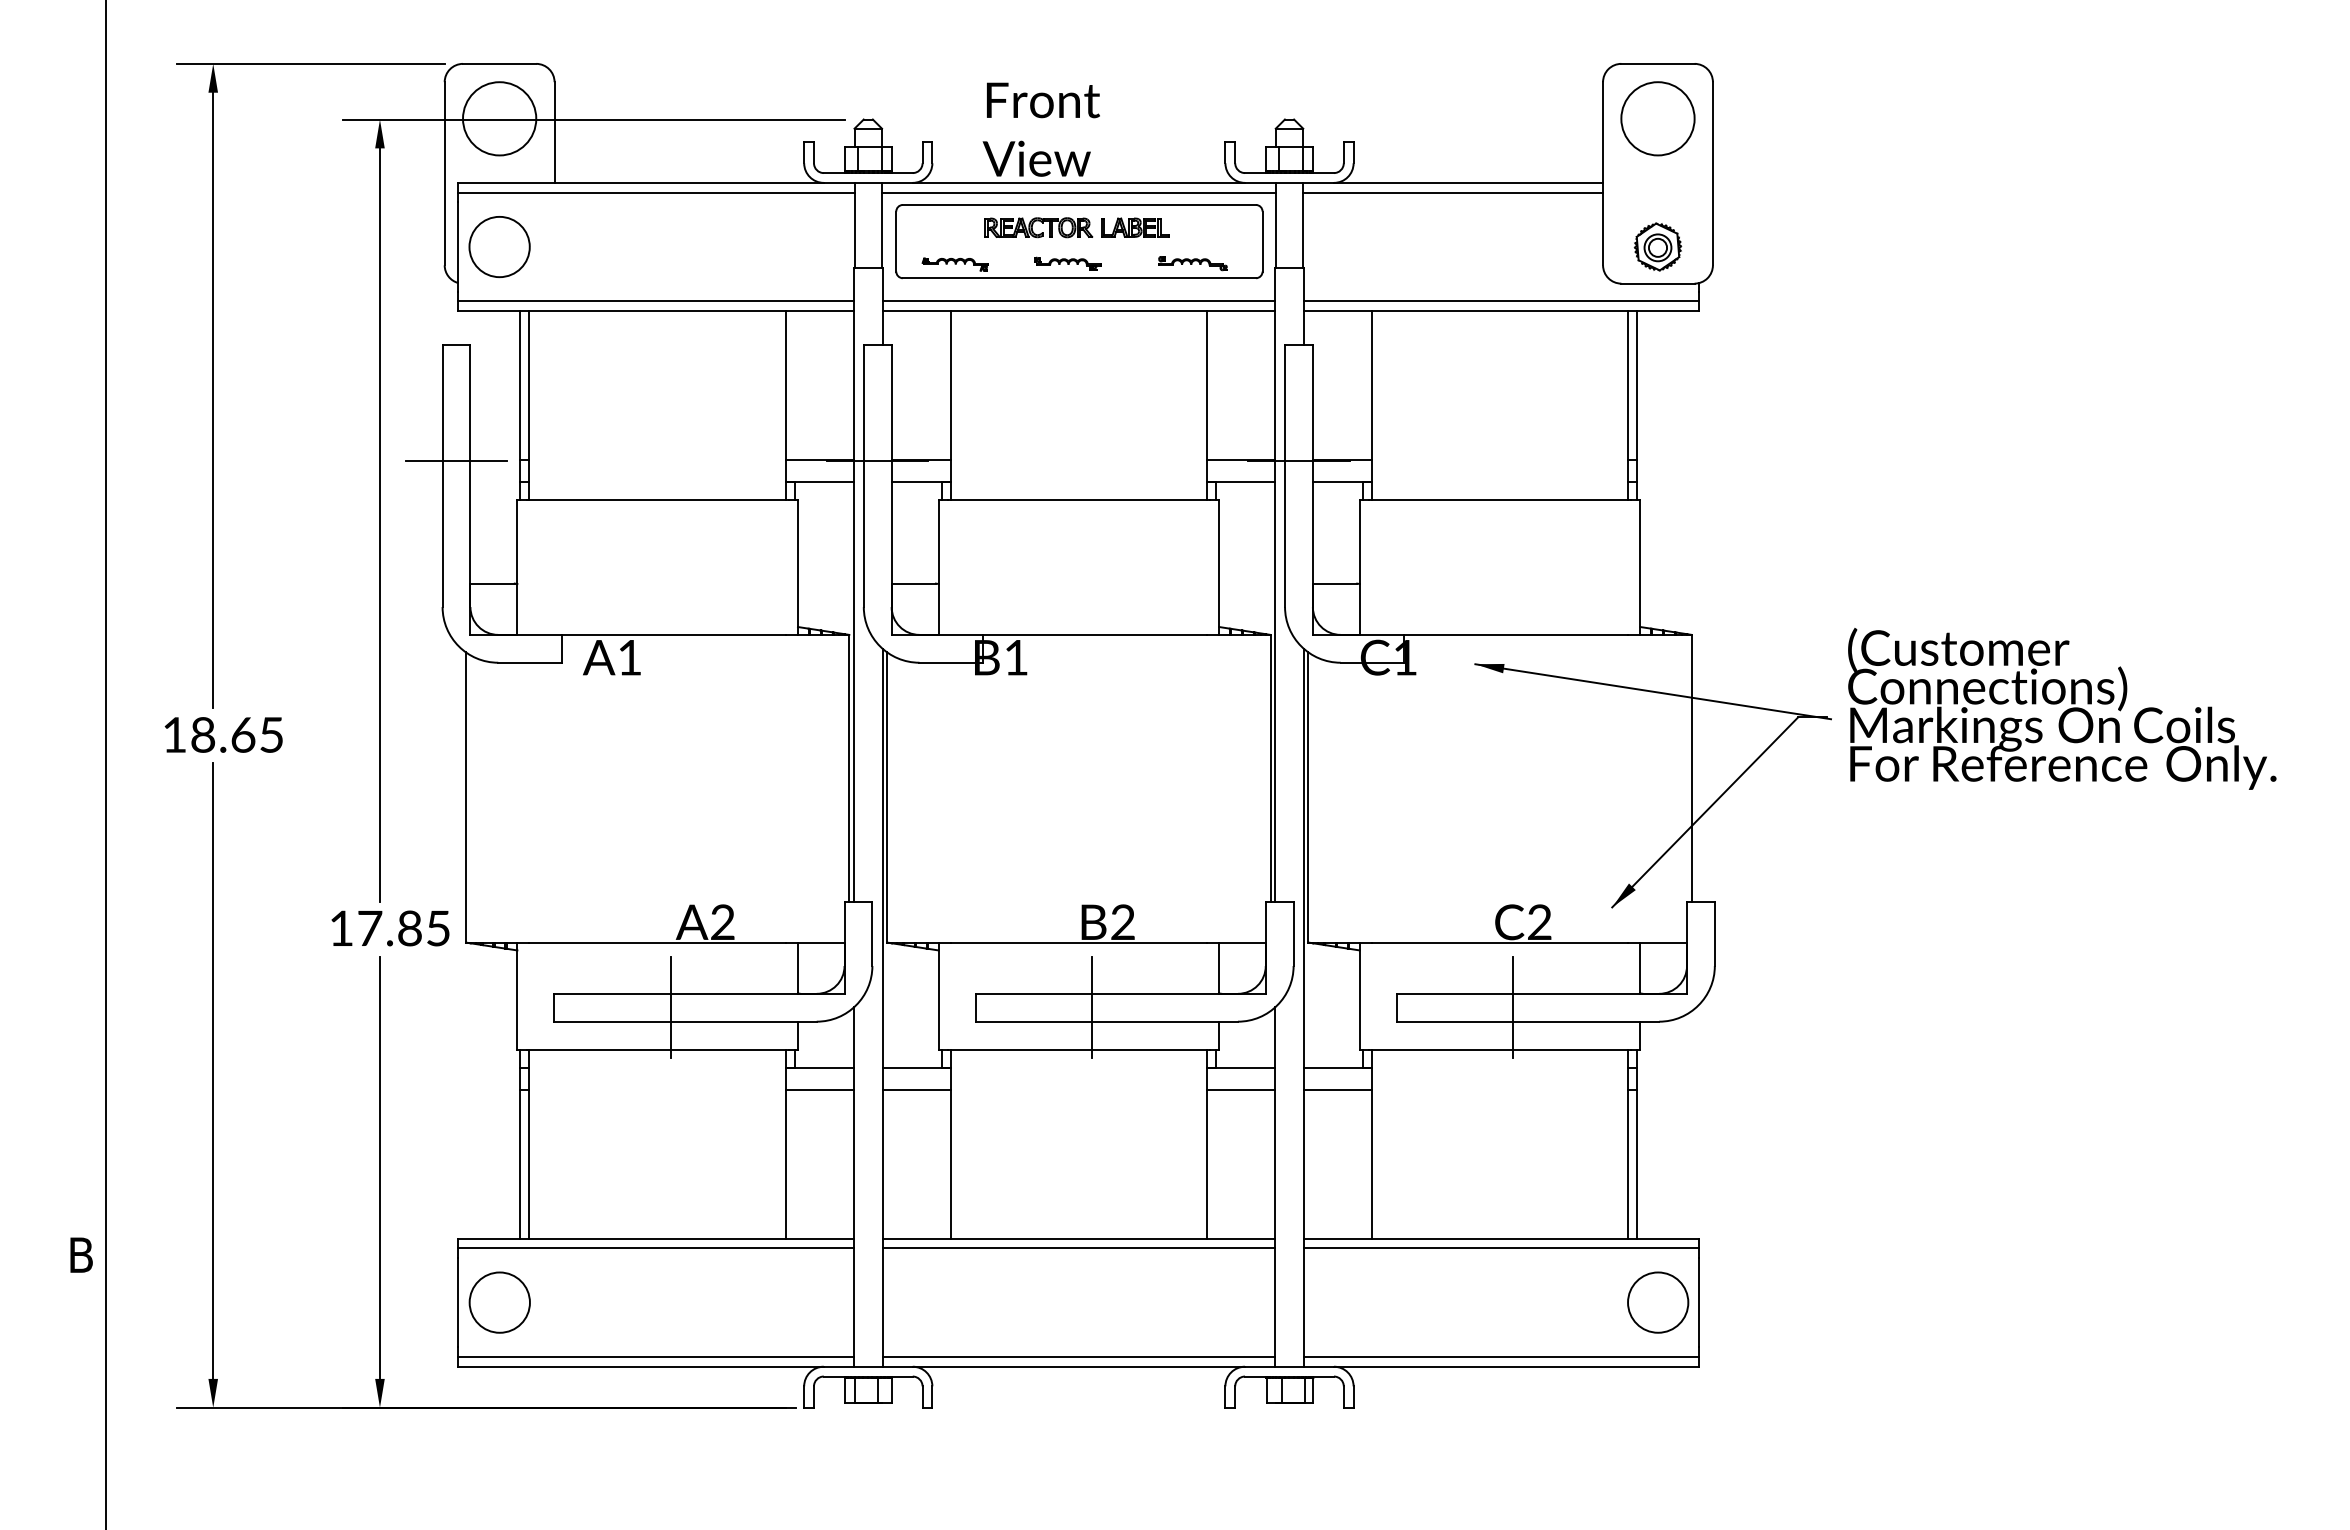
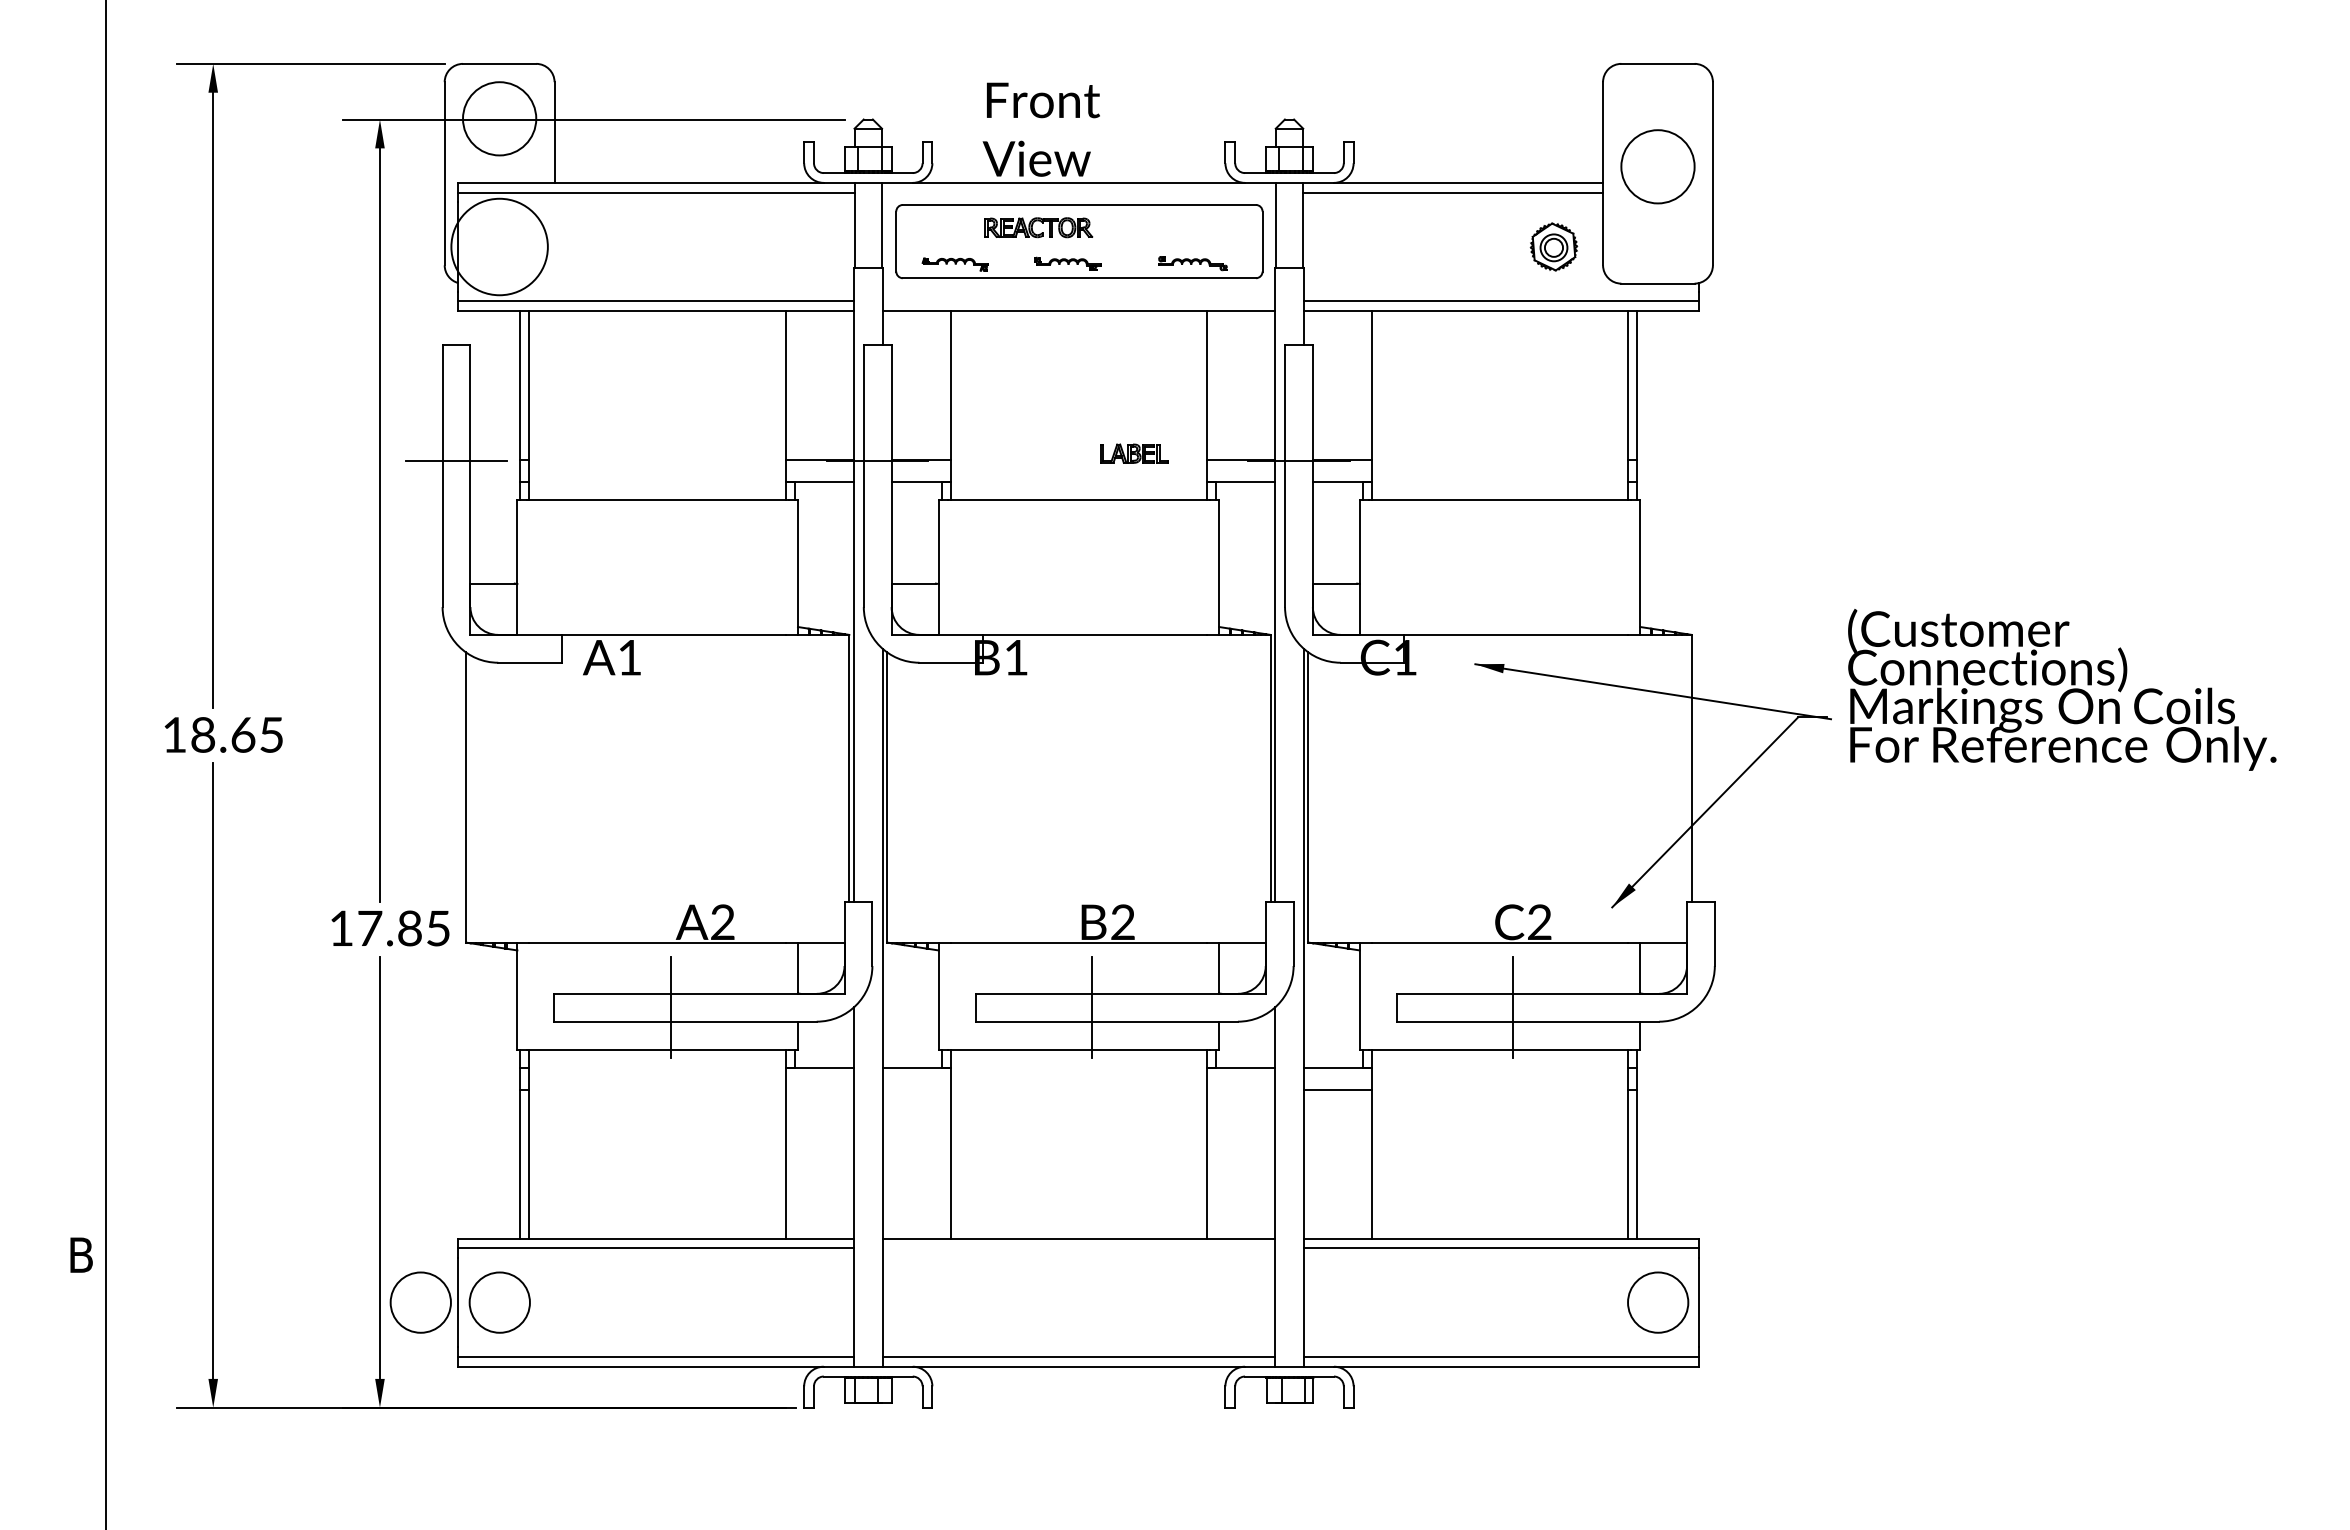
circle at (1657, 118) position: (1657, 118) -> (1657, 166)
line at (1078, 192): present -> none
part at (1135, 227) position: (1135, 227) -> (1134, 453)
circle at (499, 246) diameter: 60 px -> 96 px
part at (1657, 246) position: (1657, 246) -> (1553, 246)
line at (1078, 301): present -> none
text at (2062, 708) position: (2062, 708) -> (2062, 689)
line at (819, 1089): present -> none
line at (916, 1089): present -> none
line at (1241, 1089): present -> none
line at (1078, 1248): present -> none
circle at (420, 1302): none -> present
